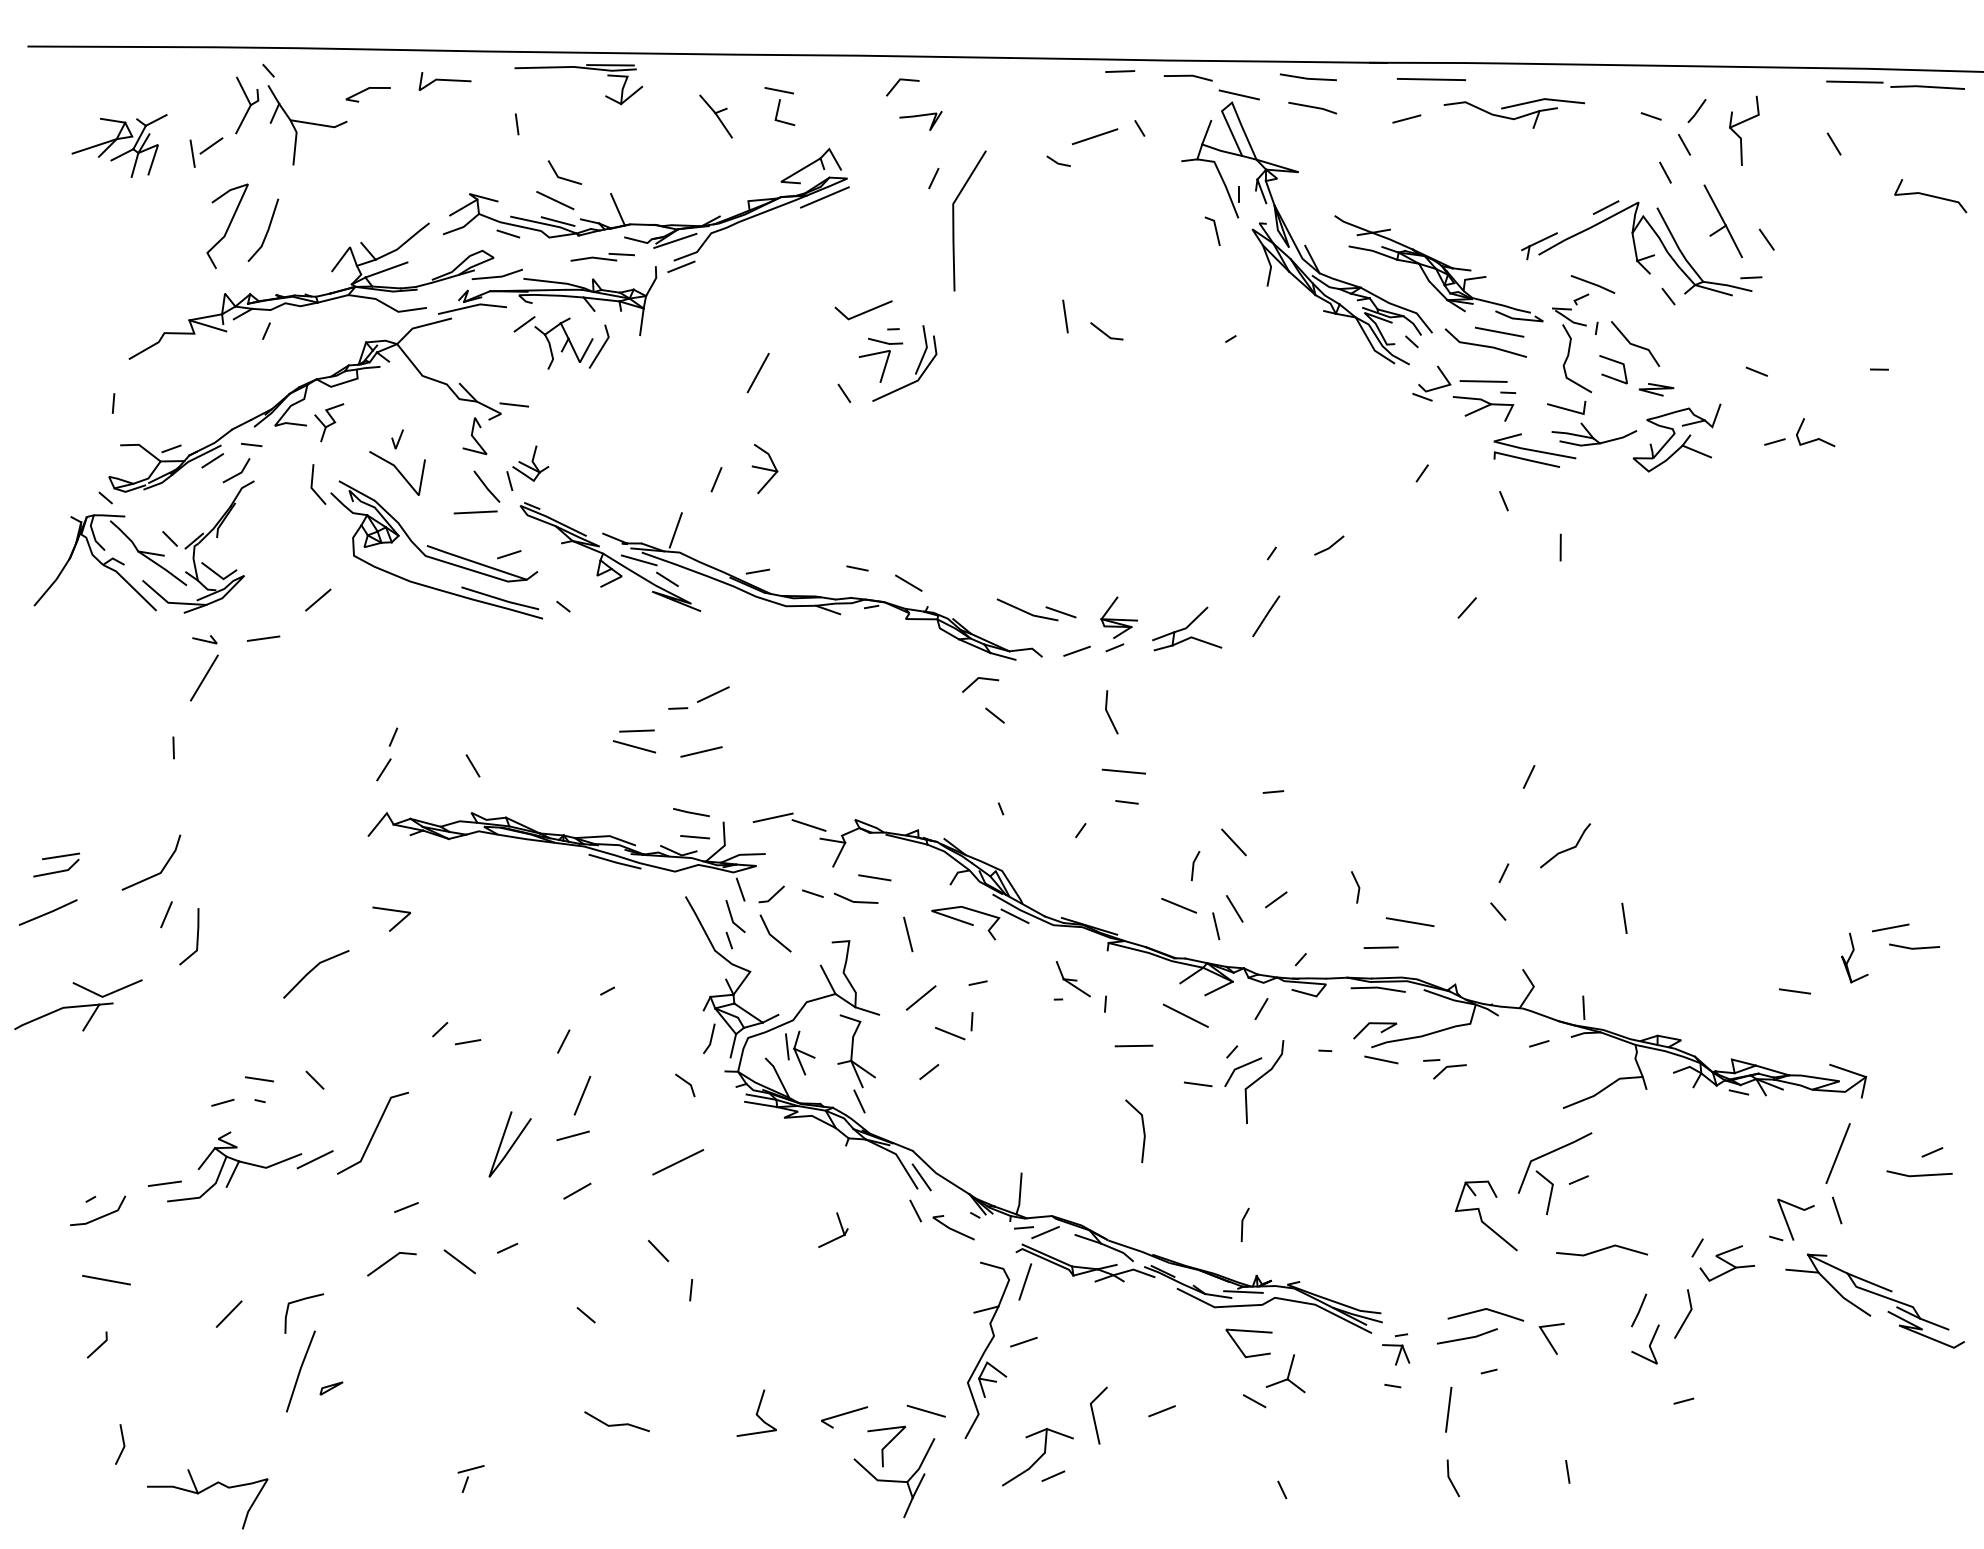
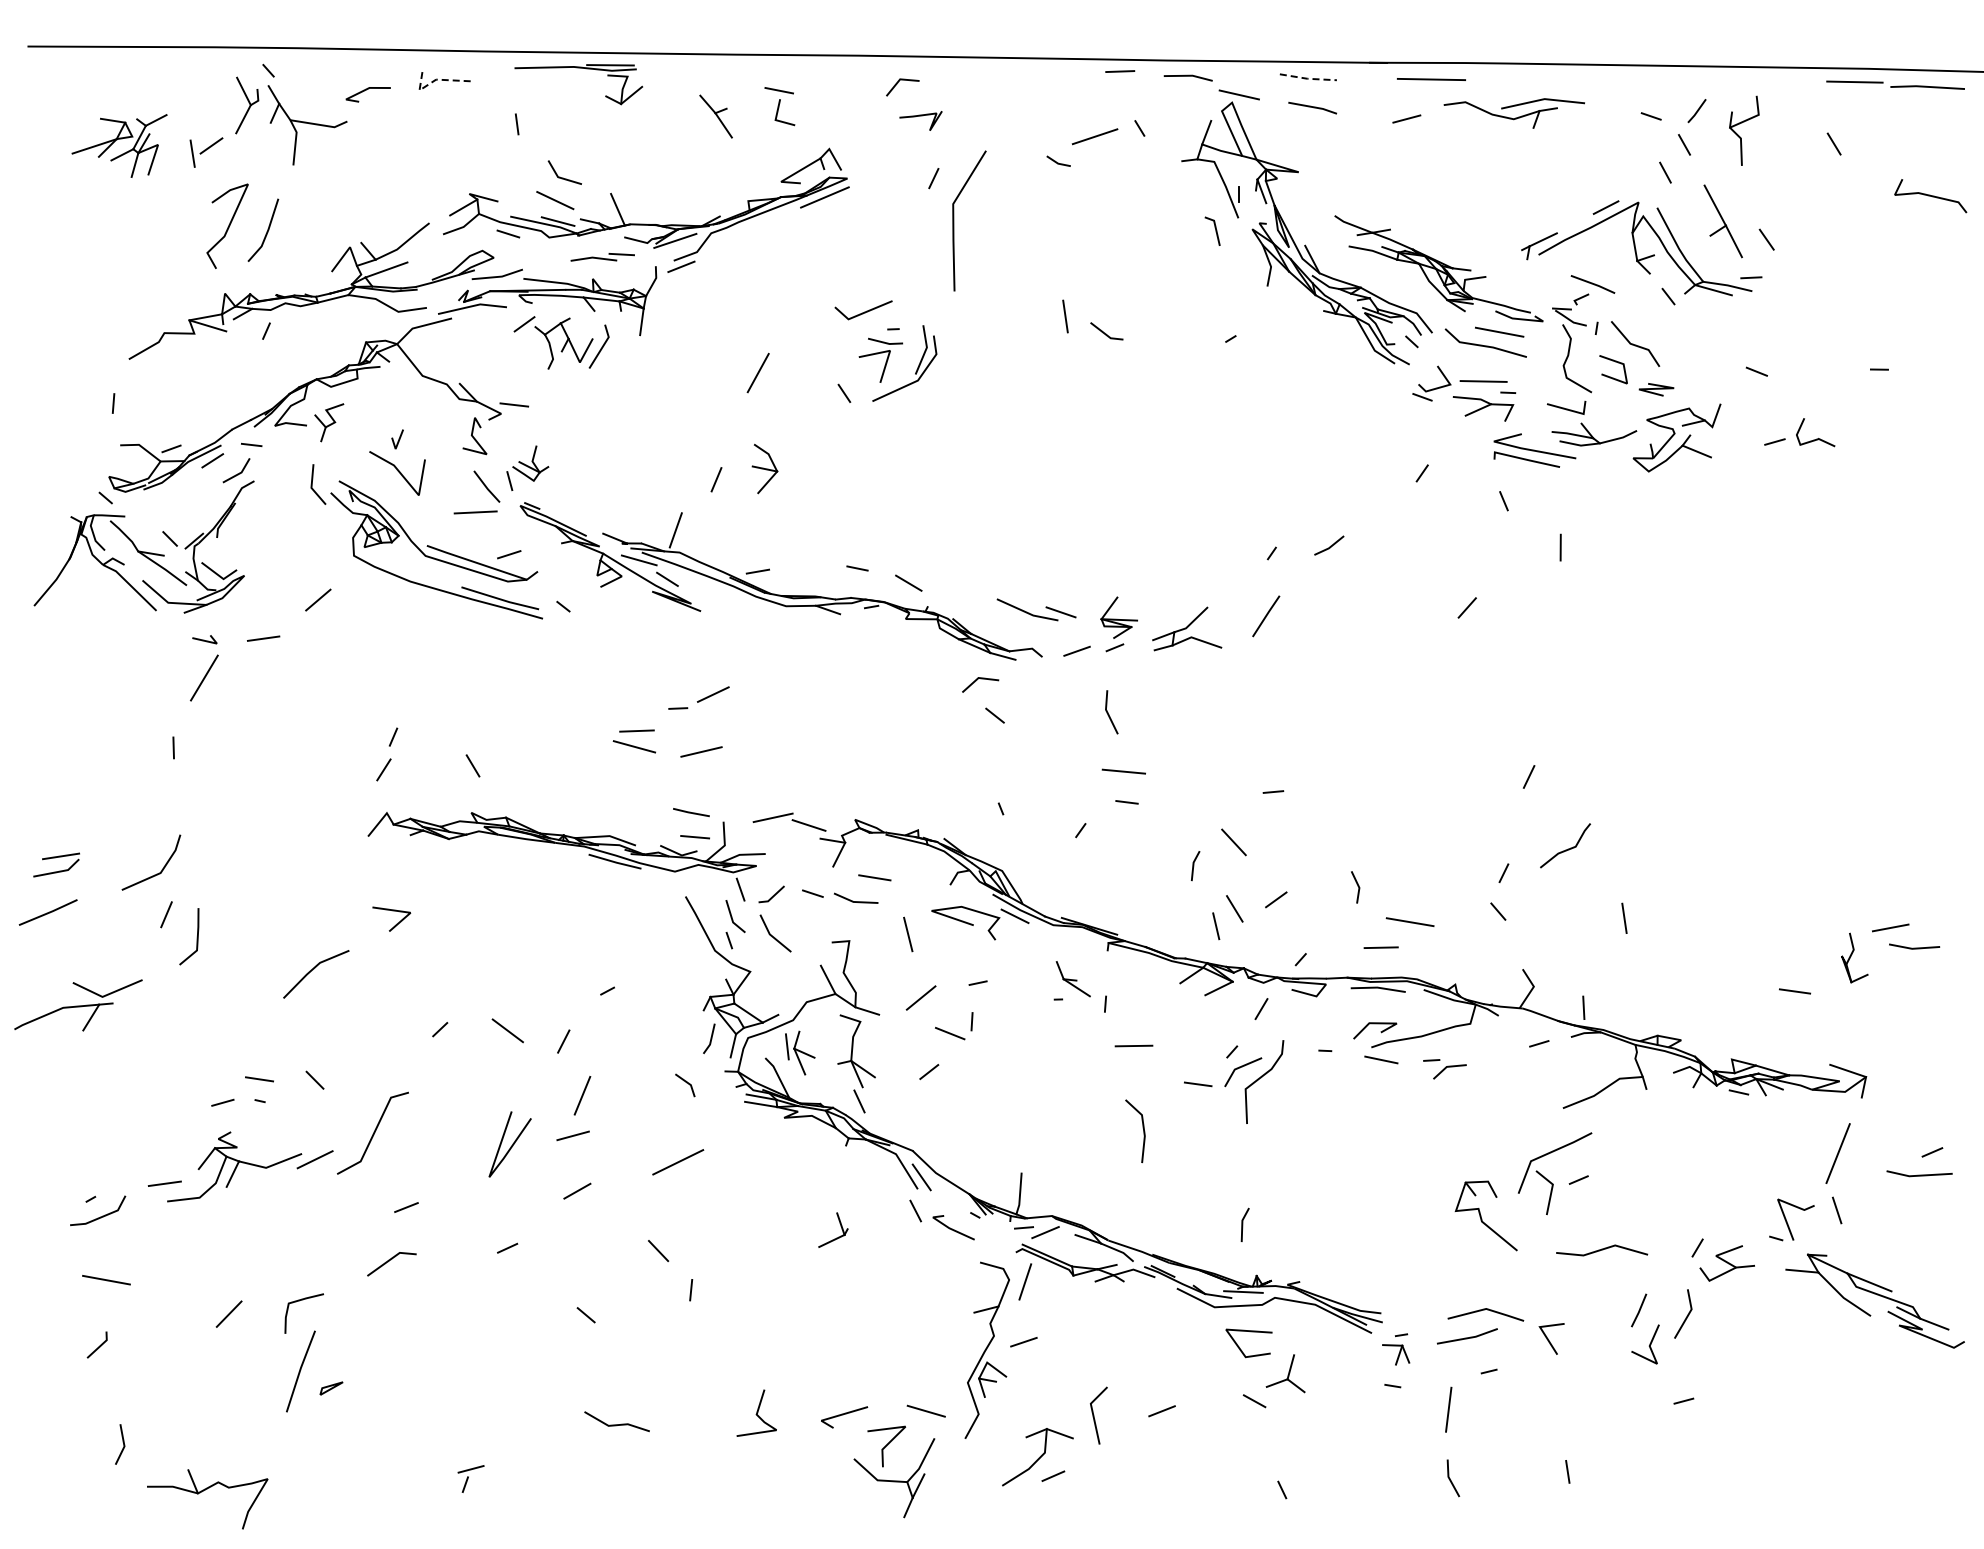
line at (1307, 78): solid -> dashed
line at (435, 80): solid -> dashed
line at (1179, 905): present -> none
line at (1185, 1015): present -> none
line at (467, 1042): present -> none
line at (459, 1261) position: (459, 1261) -> (507, 1030)
